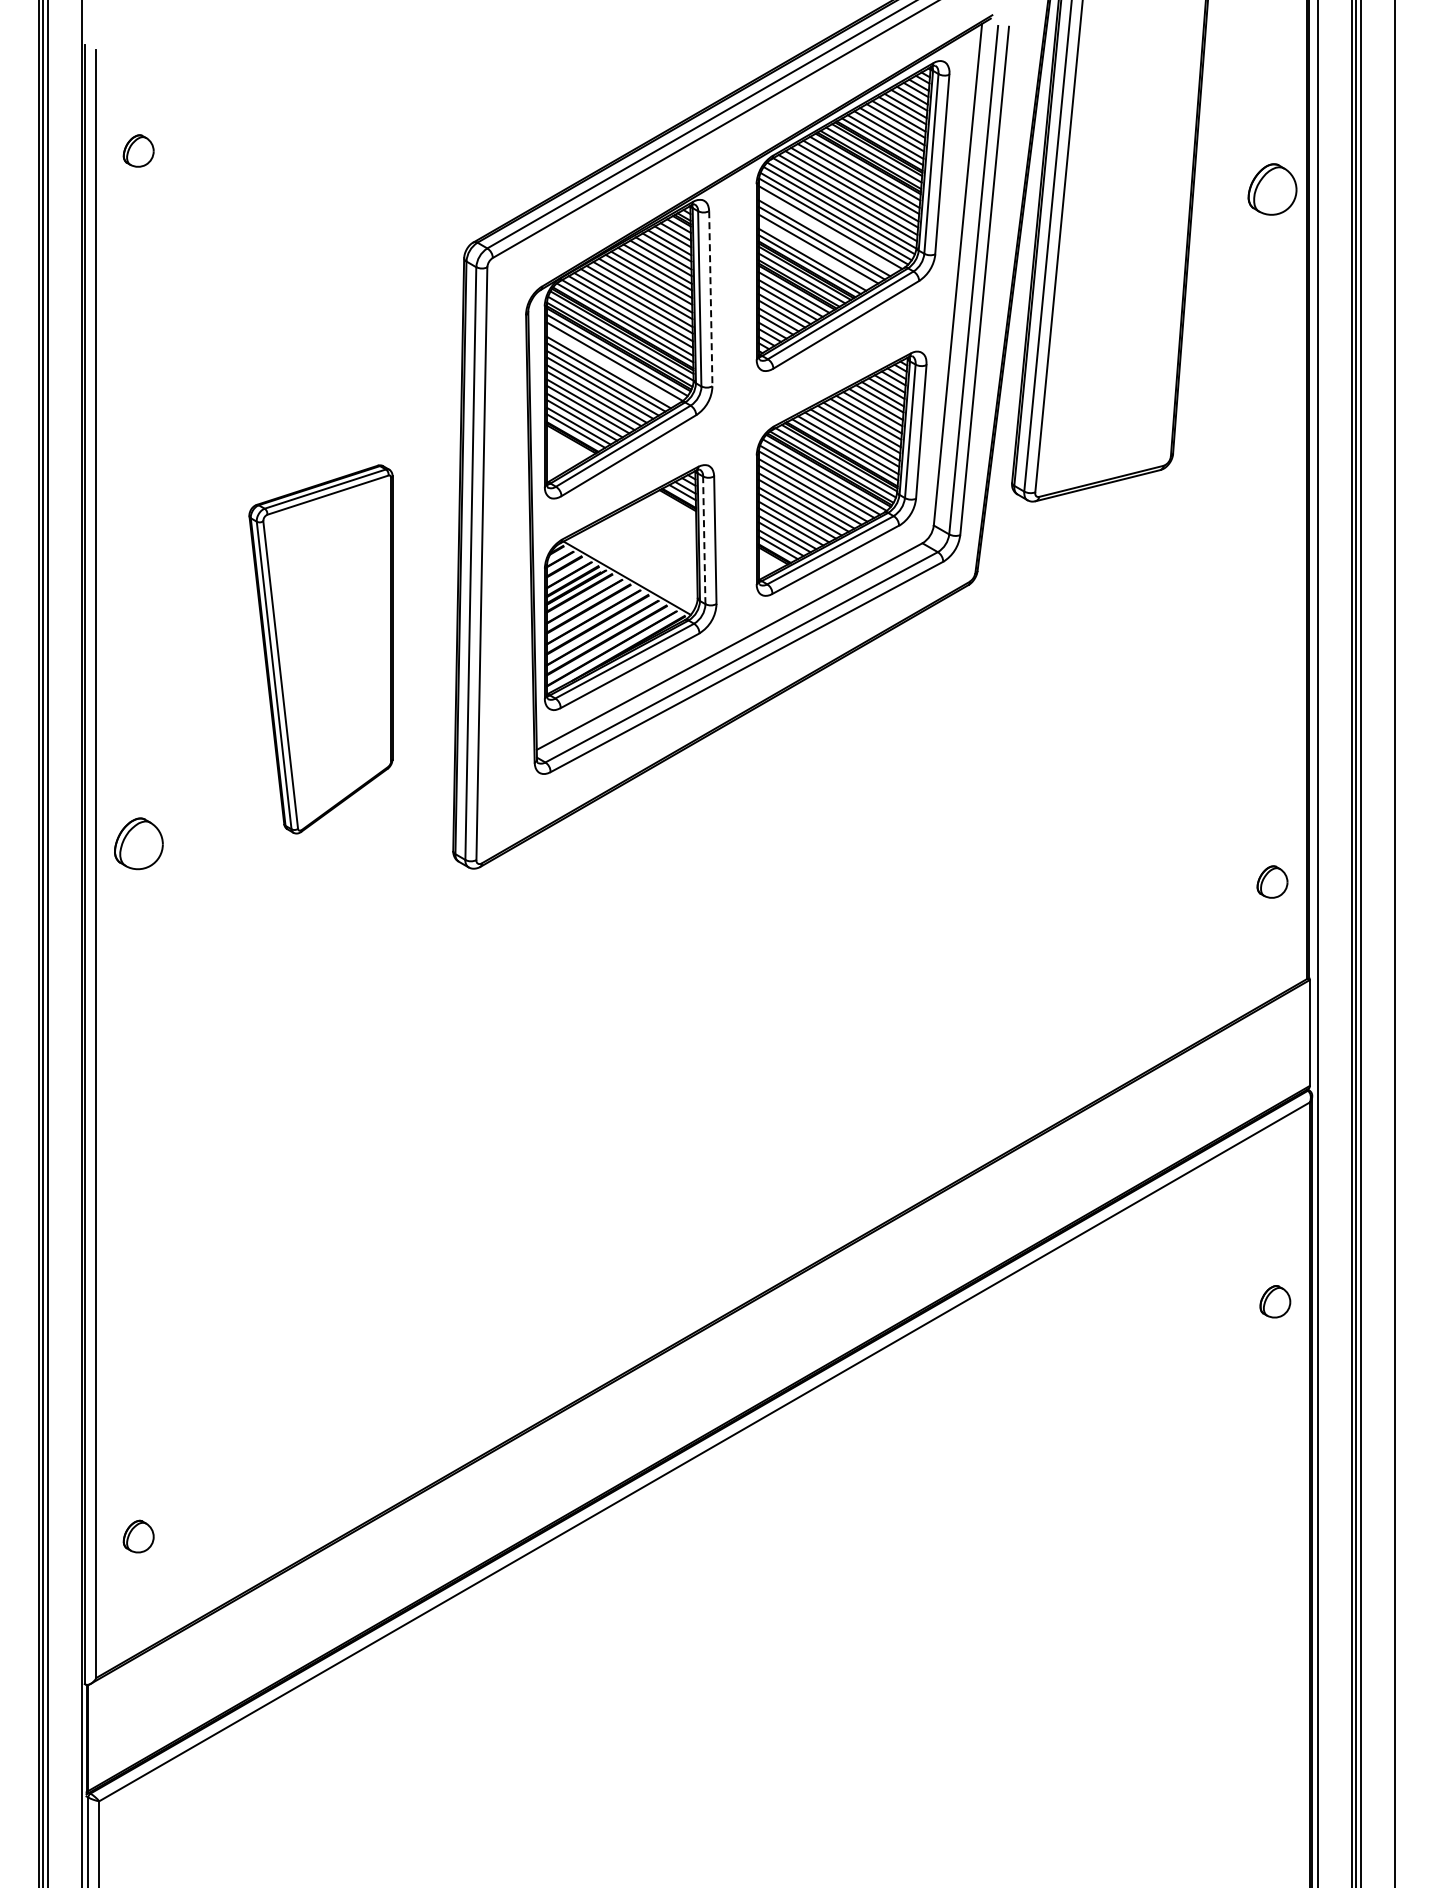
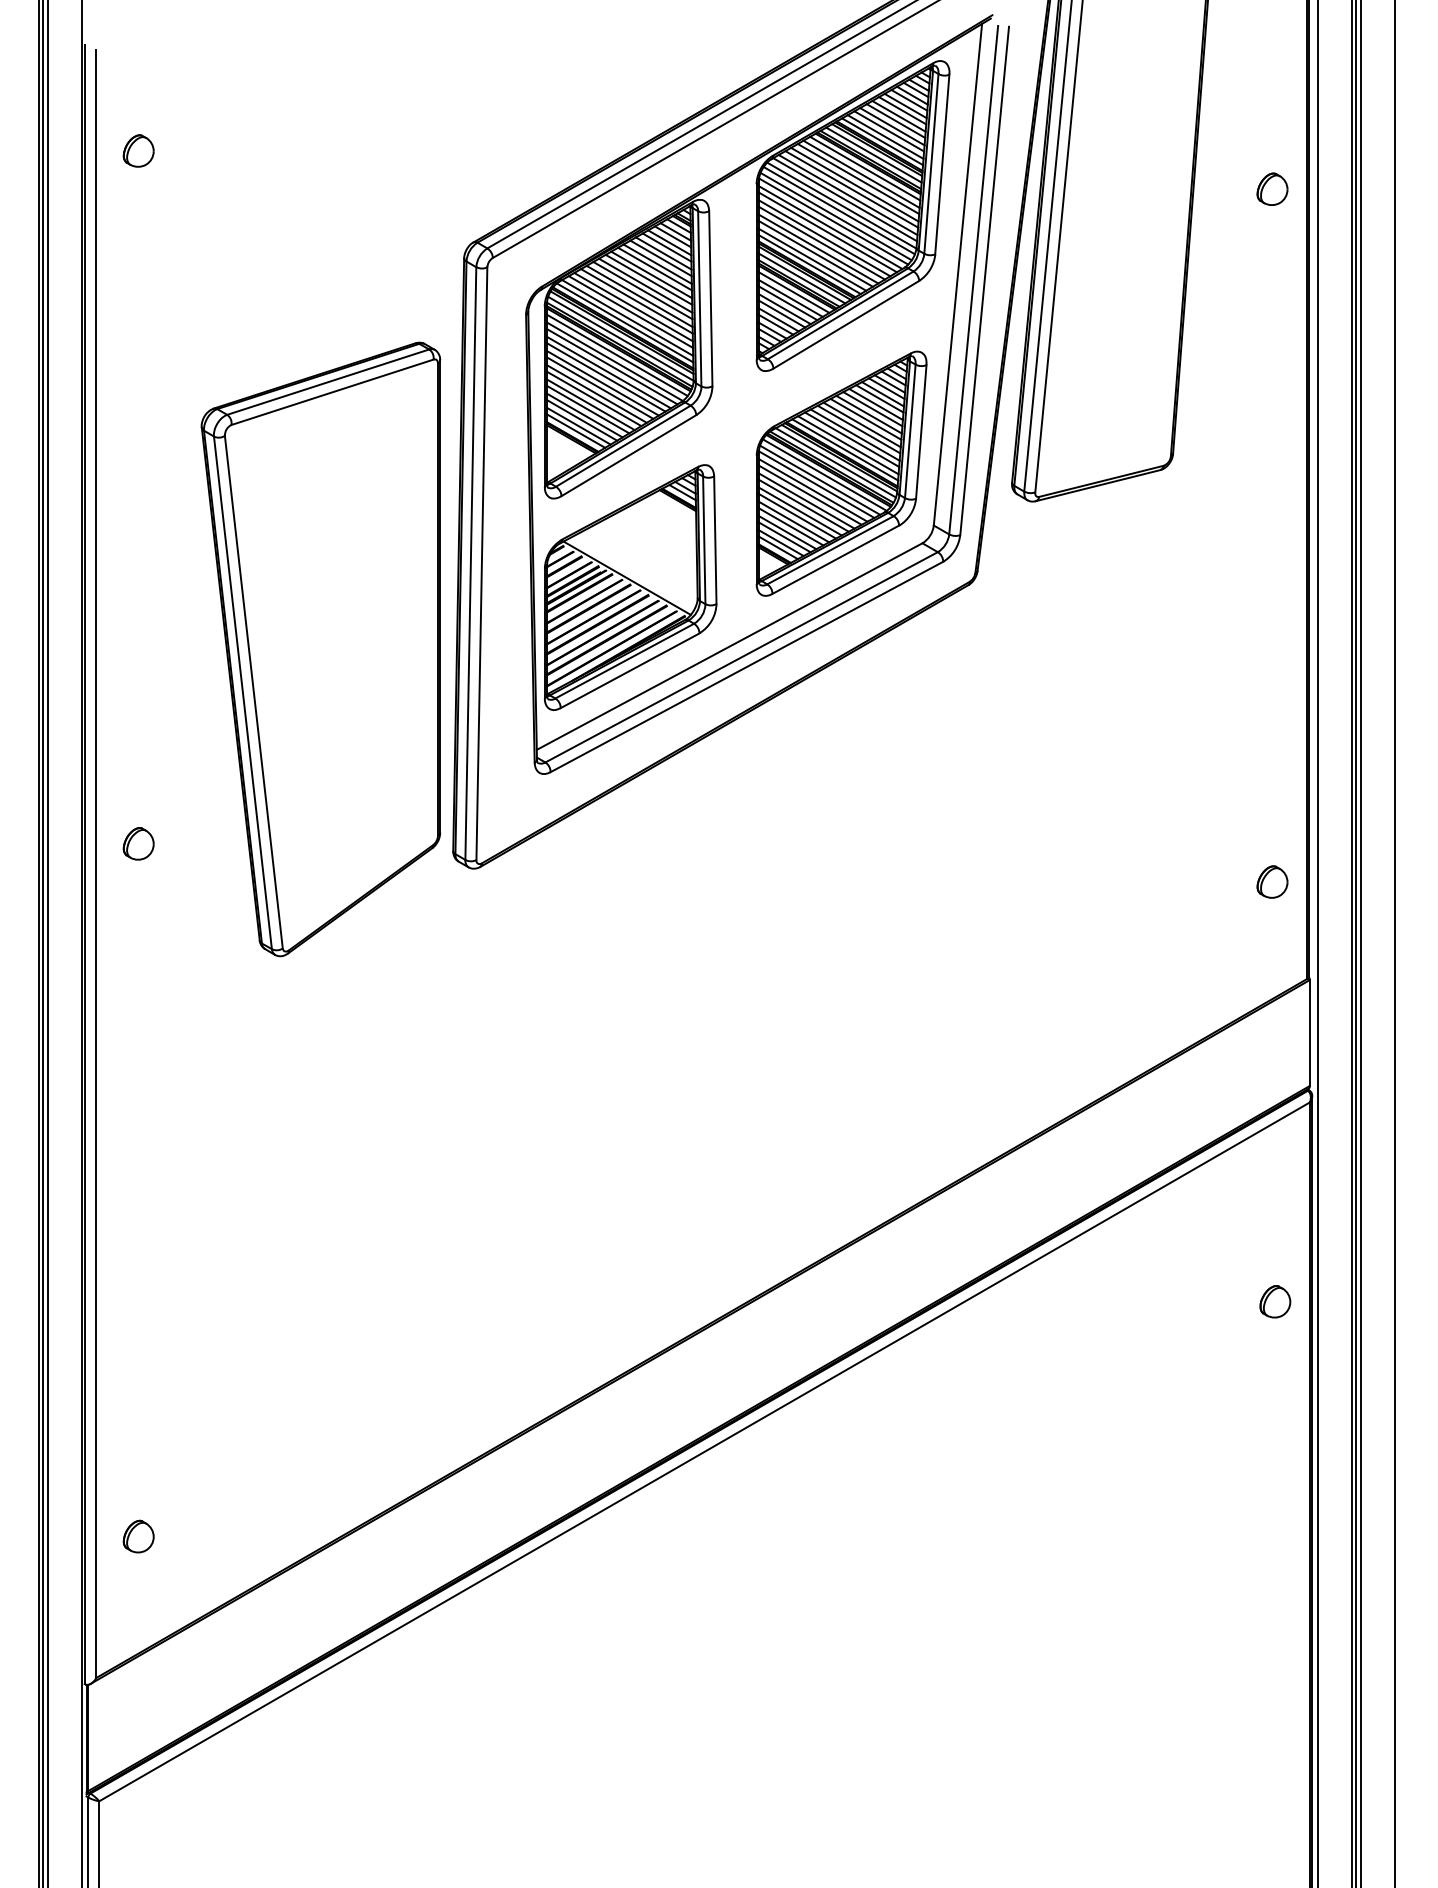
part at (1272, 189) size: 51x53 px -> 33x34 px
line at (827, 232): none -> present
line at (815, 253): none -> present
line at (710, 298): dashed -> solid
line at (611, 366): none -> present
line at (704, 540): dashed -> solid
part at (320, 649) size: 146x371 px -> 242x617 px
part at (138, 843) size: 50x54 px -> 33x34 px
